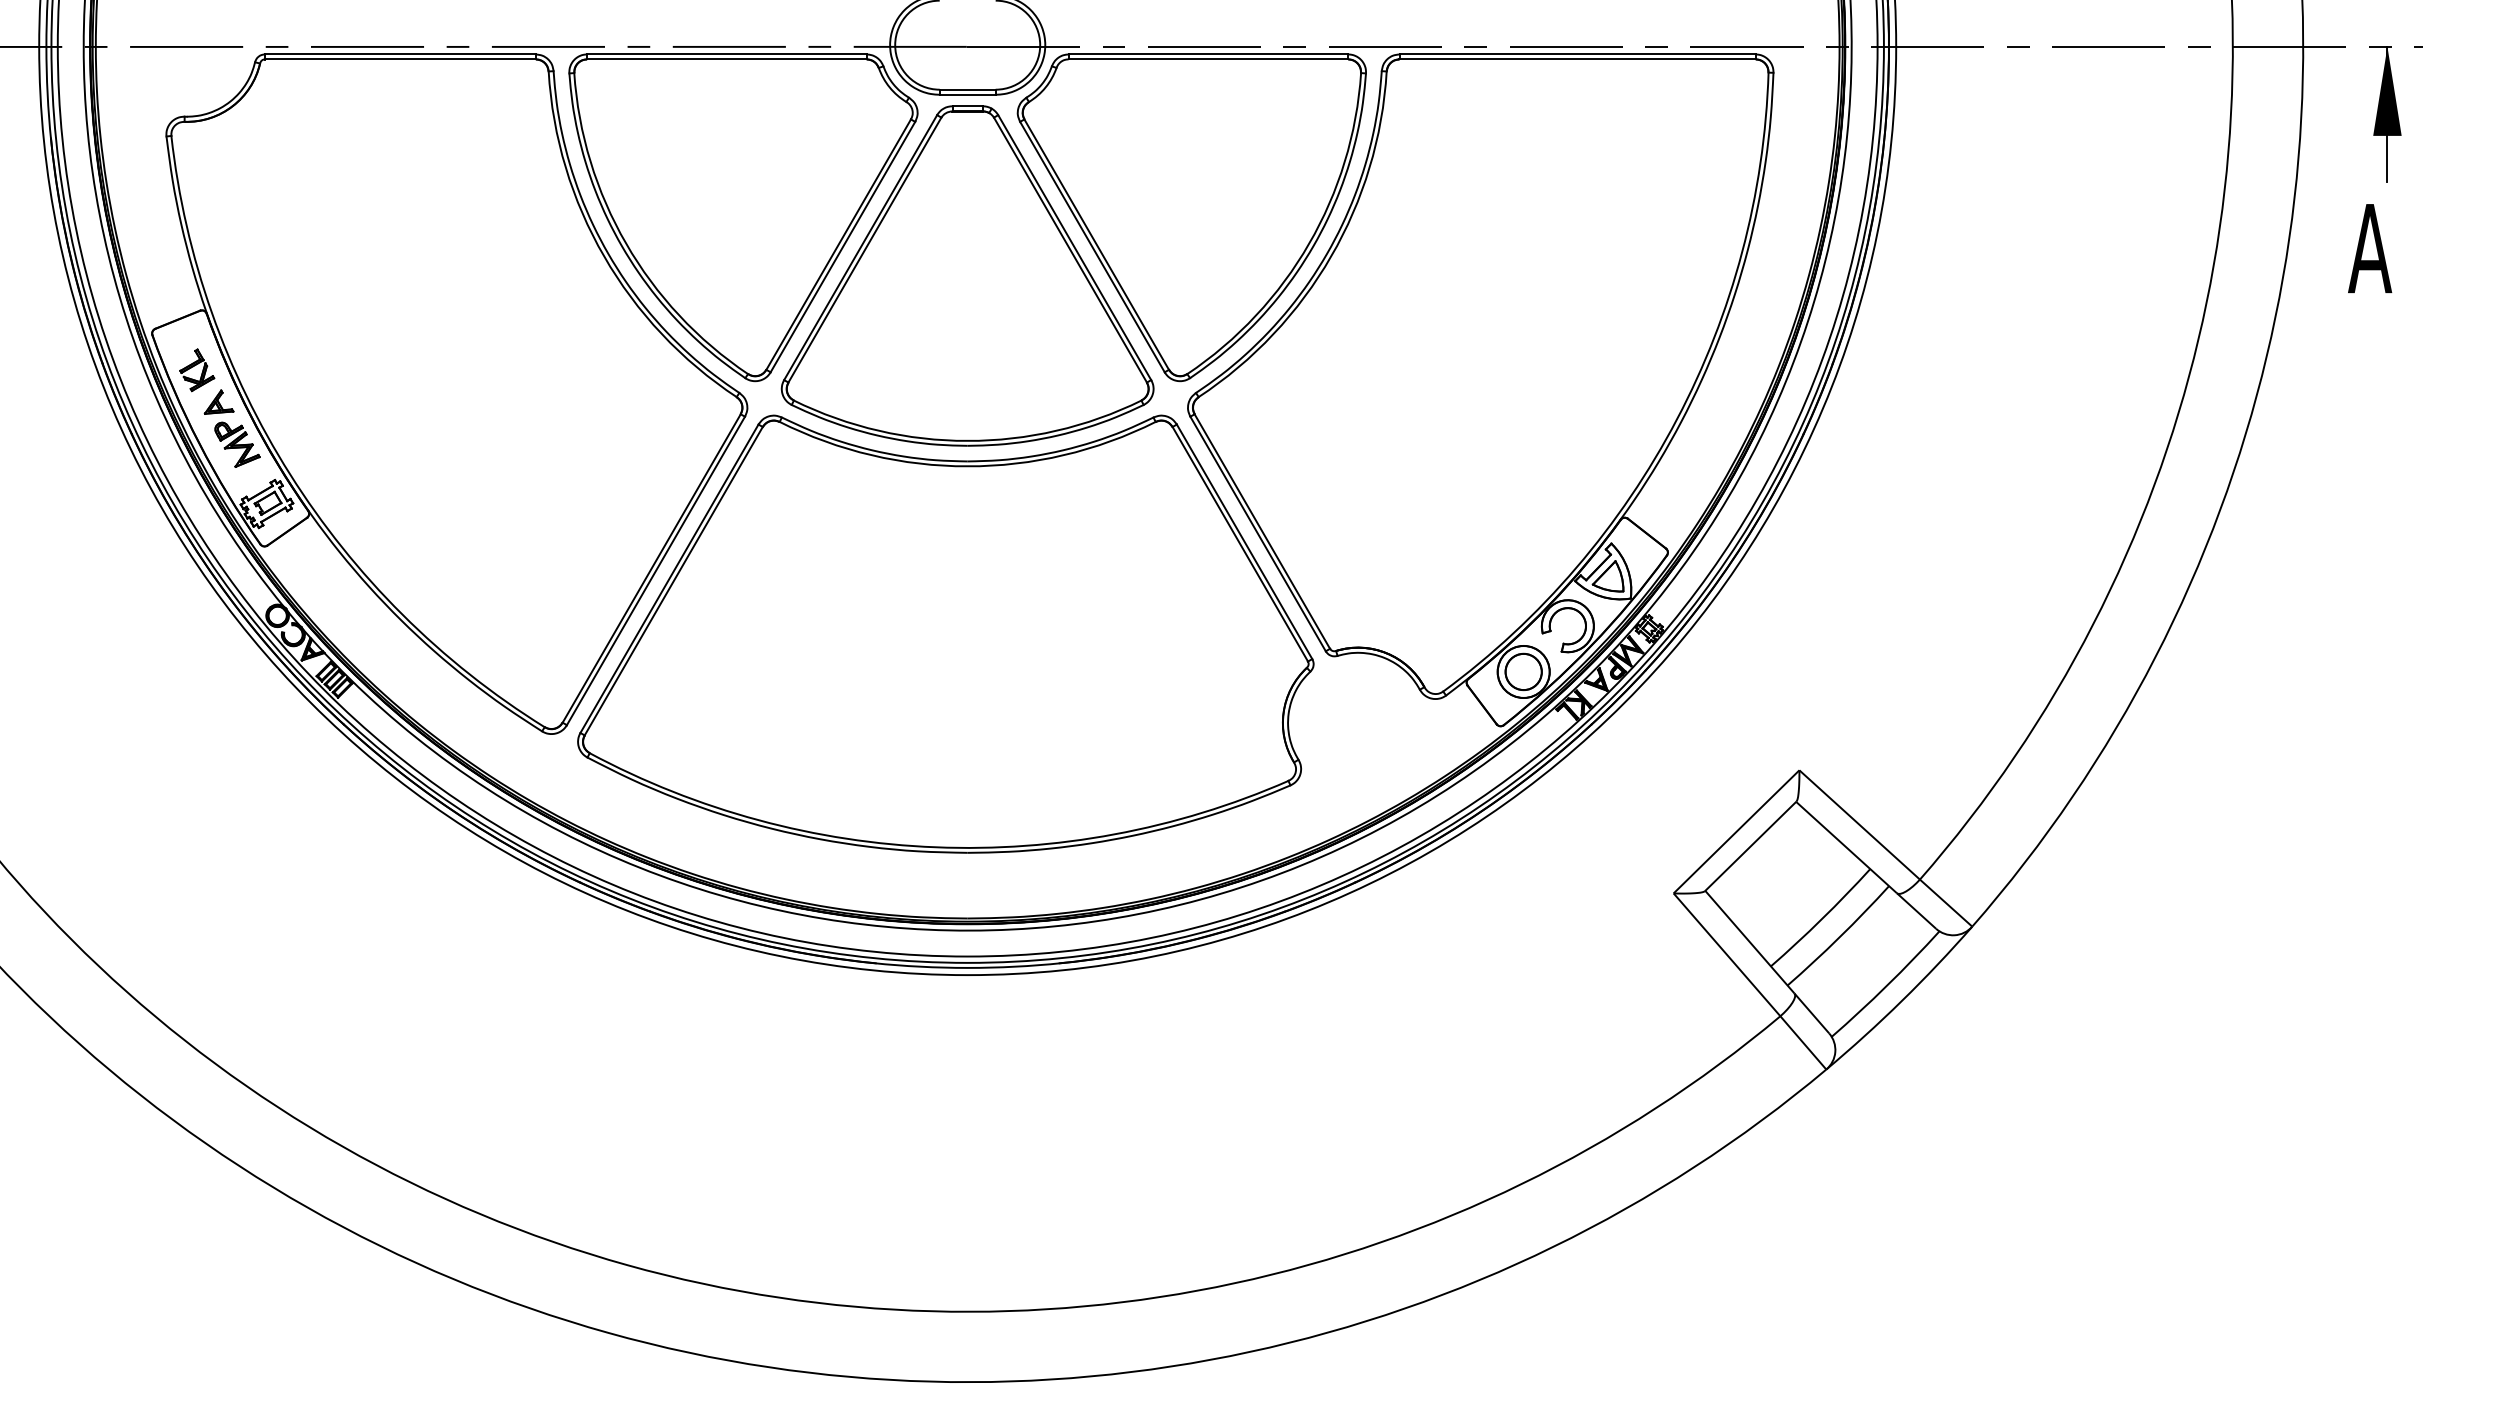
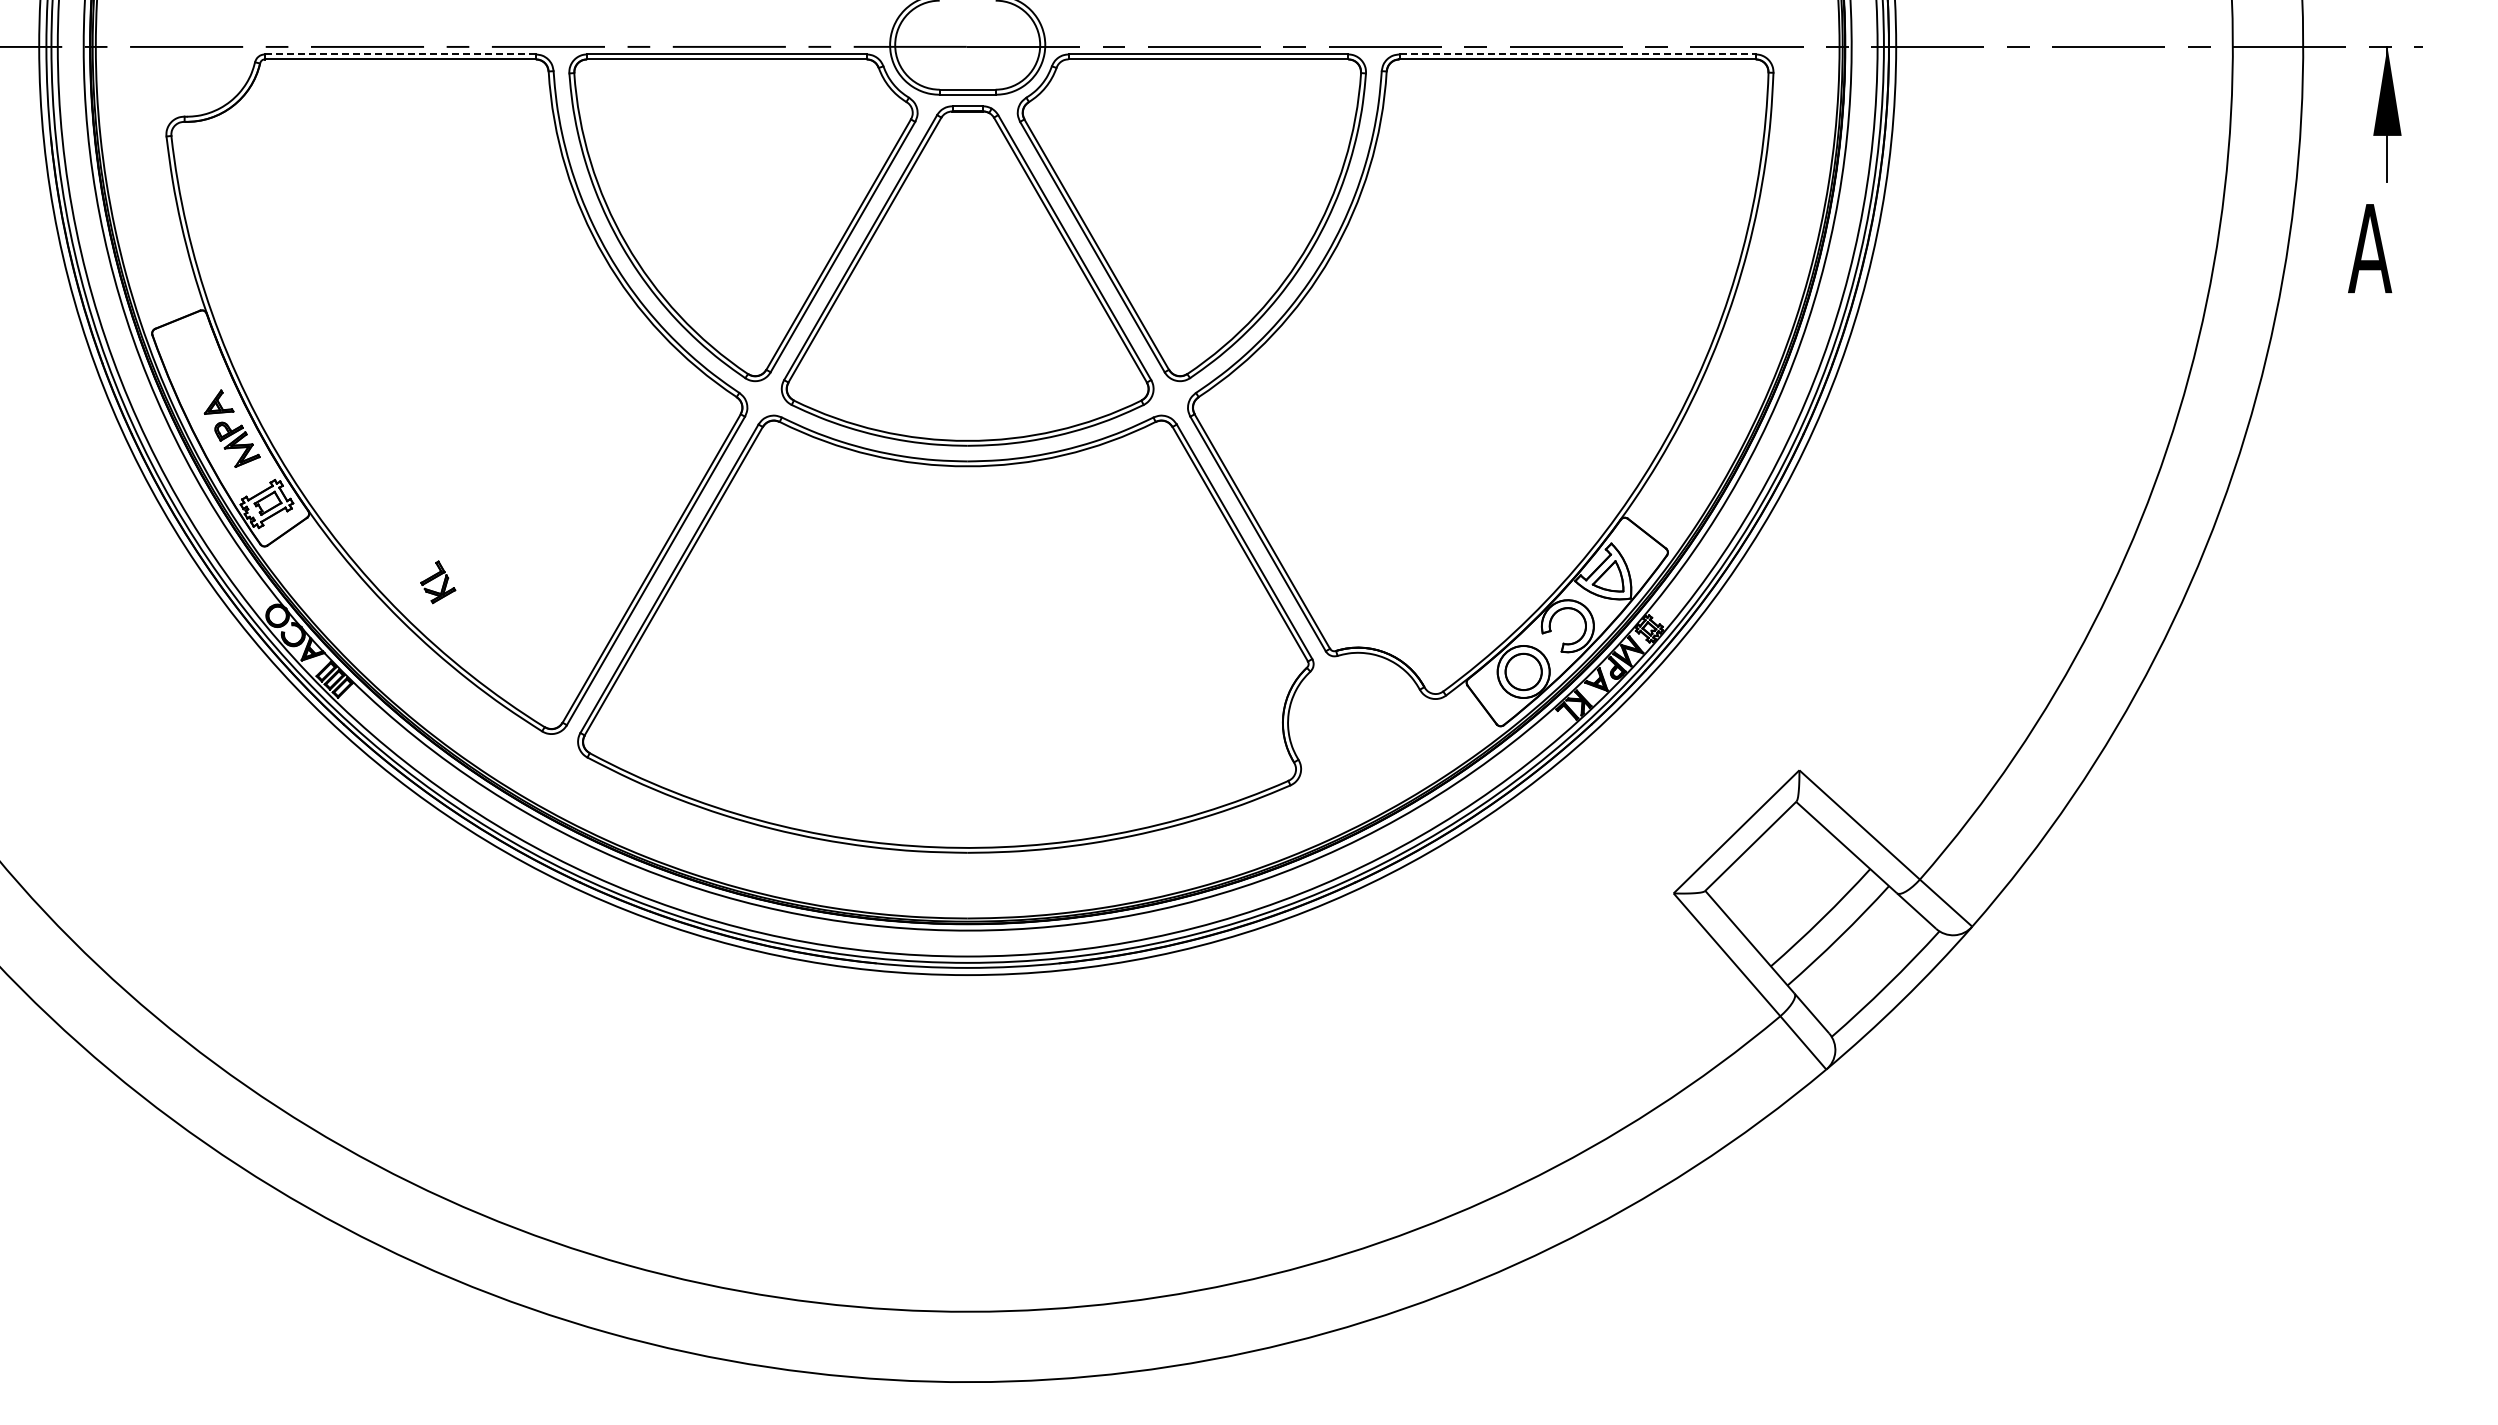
line at (400, 54): solid -> dashed
line at (1578, 54): solid -> dashed
part at (197, 370) position: (197, 370) -> (438, 582)
